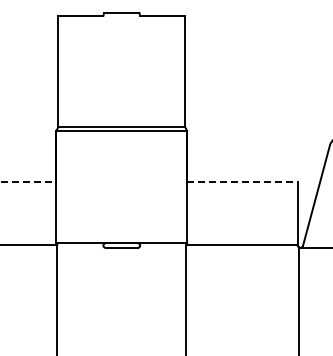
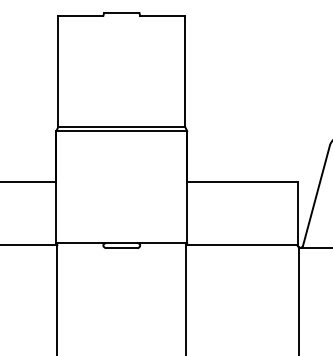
line at (28, 182): dashed -> solid
line at (242, 182): dashed -> solid
